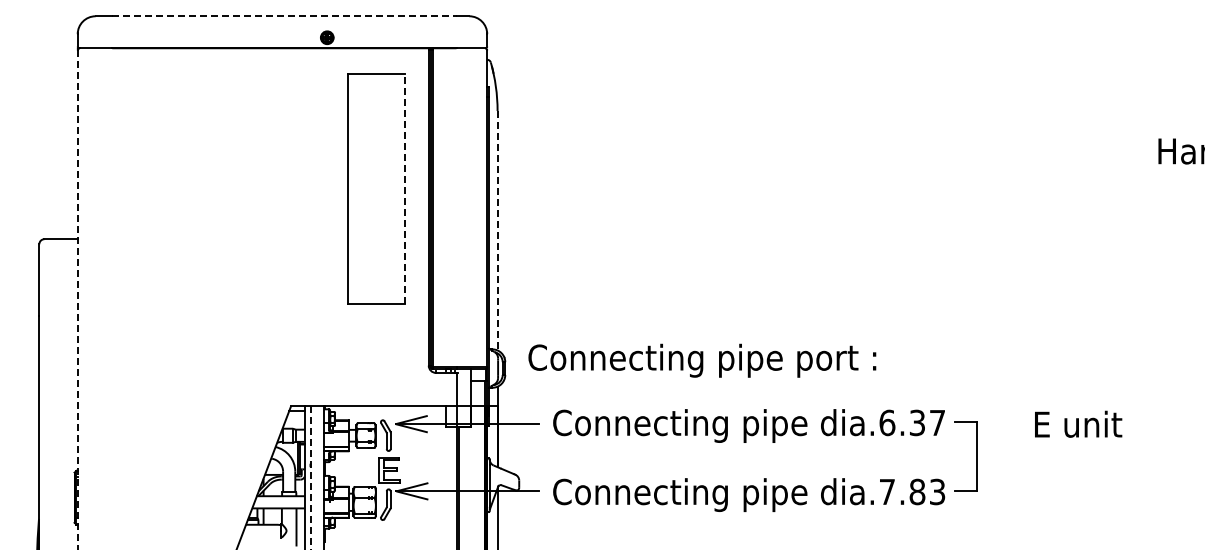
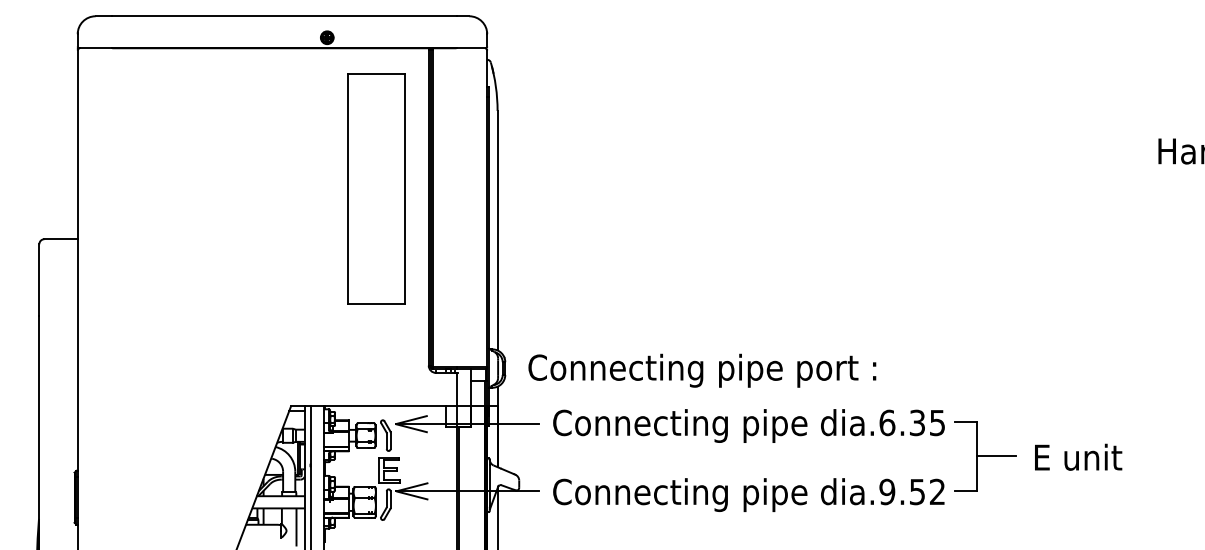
line at (284, 16): dashed -> solid
line at (405, 188): dashed -> solid
line at (497, 230): dashed -> solid
line at (77, 300): dashed -> solid
text at (702, 360) position: (702, 360) -> (702, 370)
text at (937, 423): dia.6.37 -> dia.6.35
text at (1078, 423) position: (1078, 423) -> (1078, 456)
line at (996, 456): none -> present
line at (311, 478): dashed -> solid
text at (912, 491): dia.7.83 -> dia.9.52
